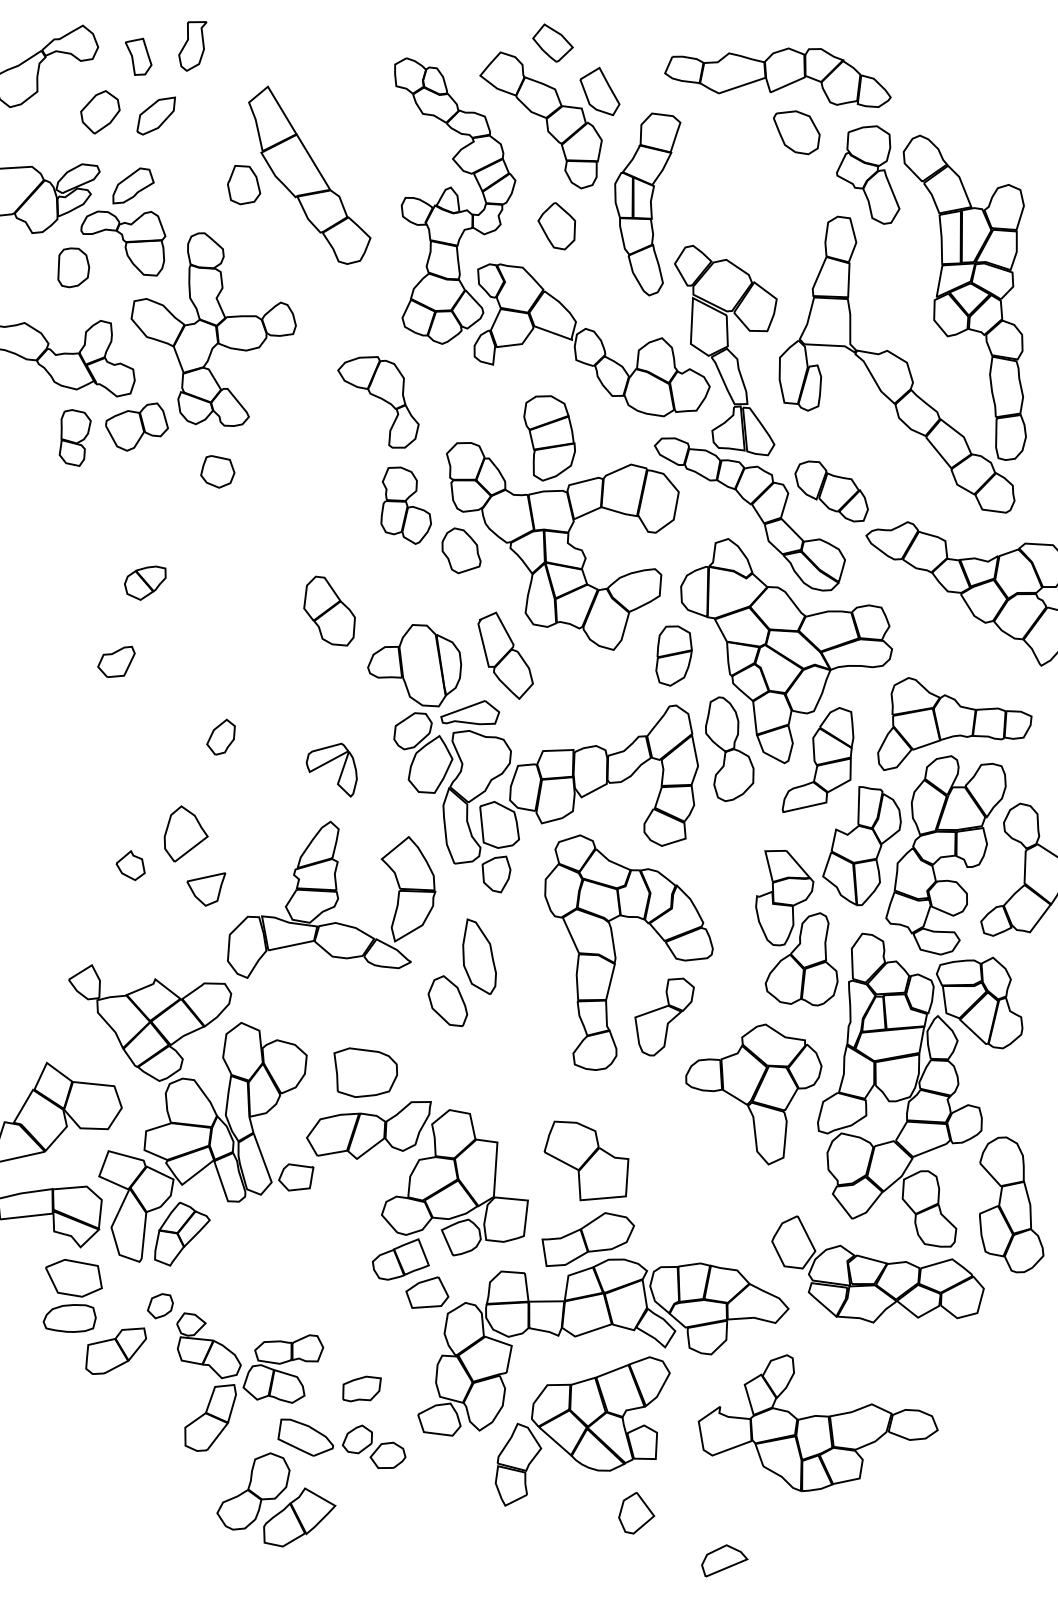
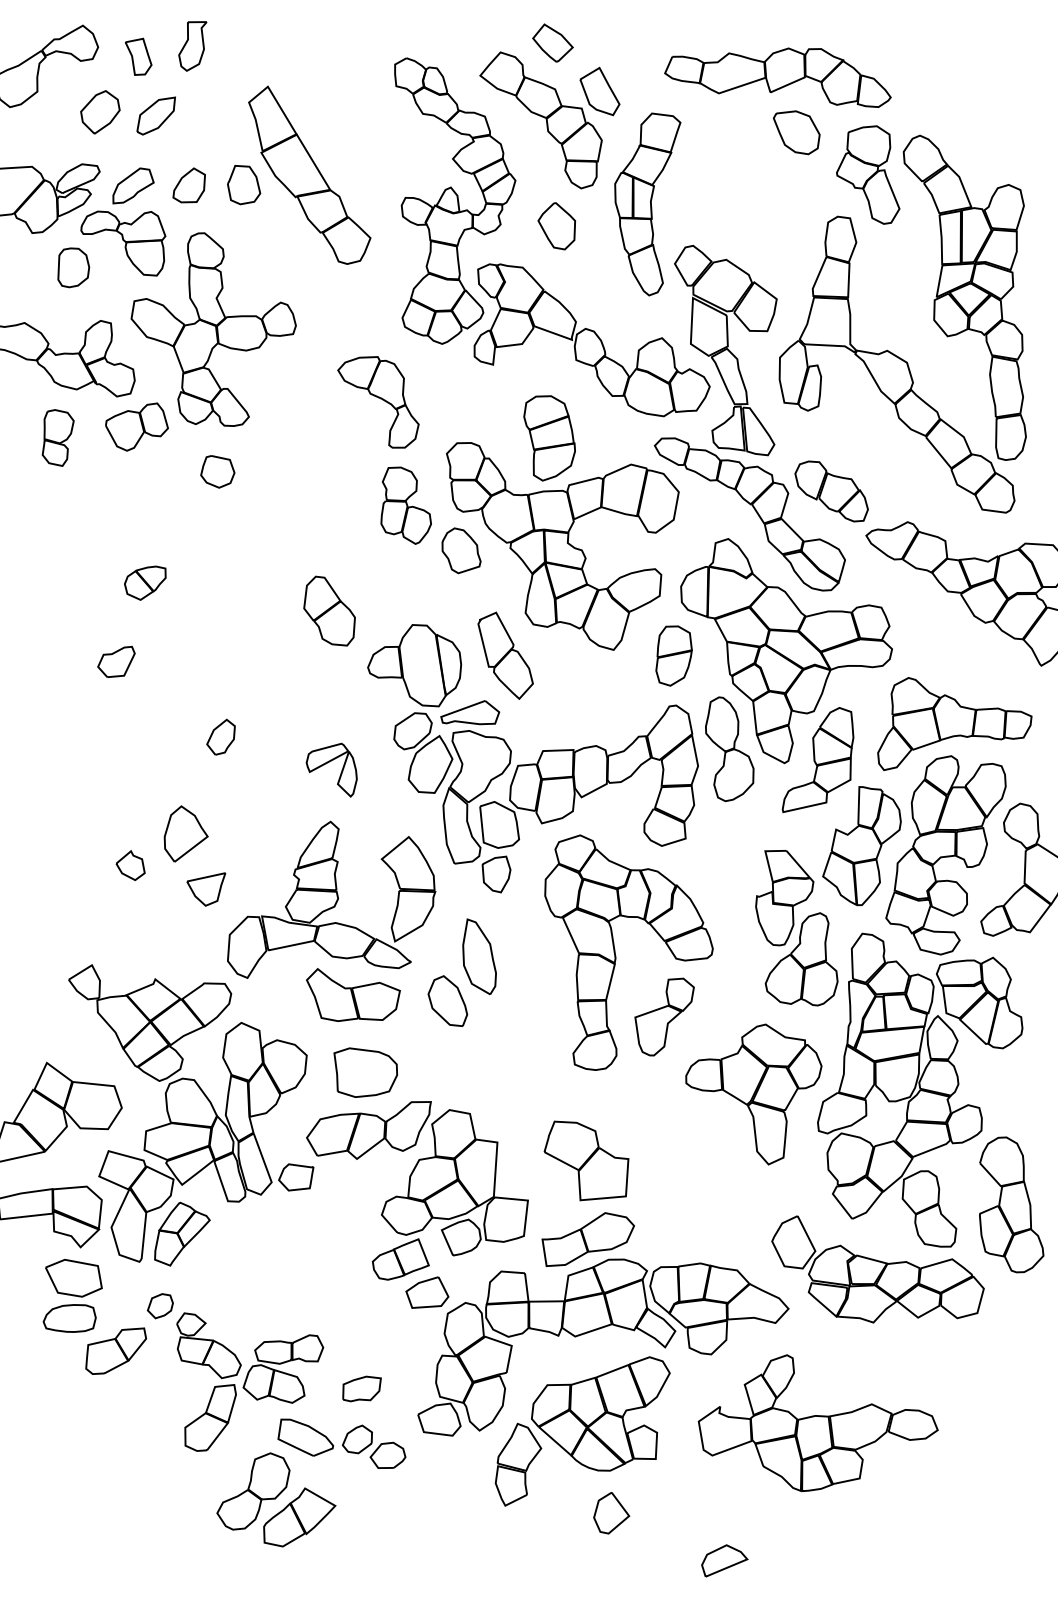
part at (188, 185): none -> present
part at (74, 437) position: (74, 437) -> (57, 437)
part at (353, 994): none -> present
part at (636, 1513) position: (636, 1513) -> (611, 1513)
